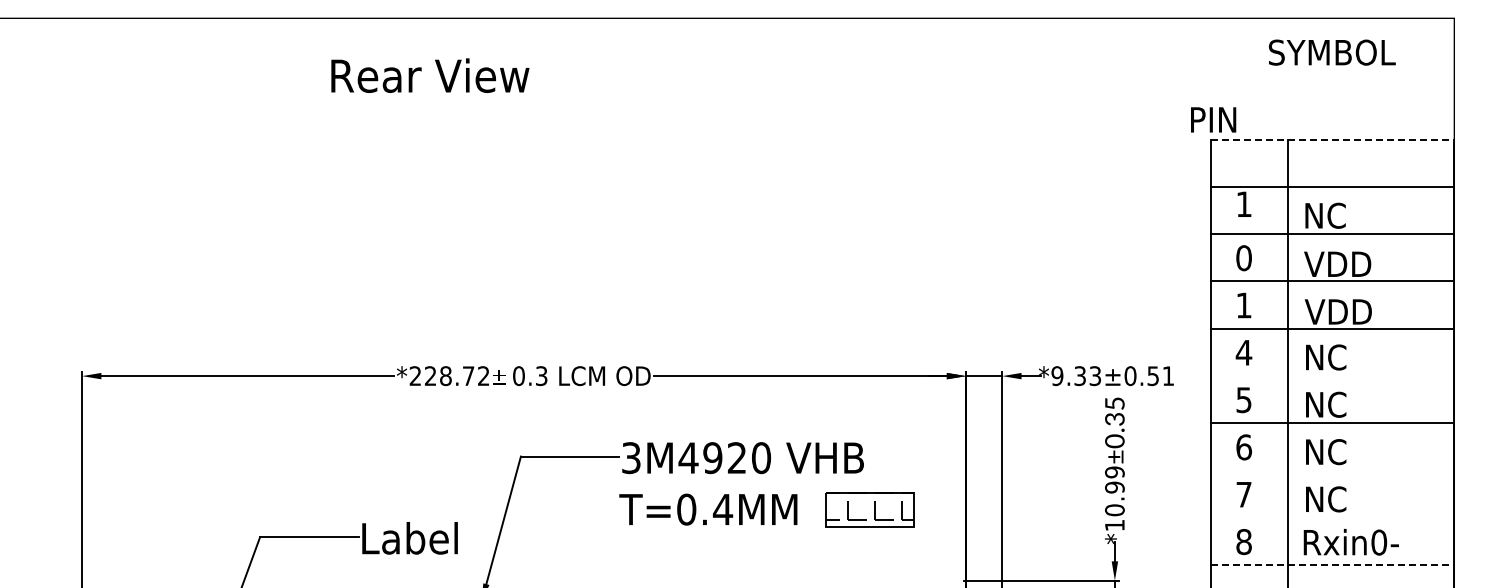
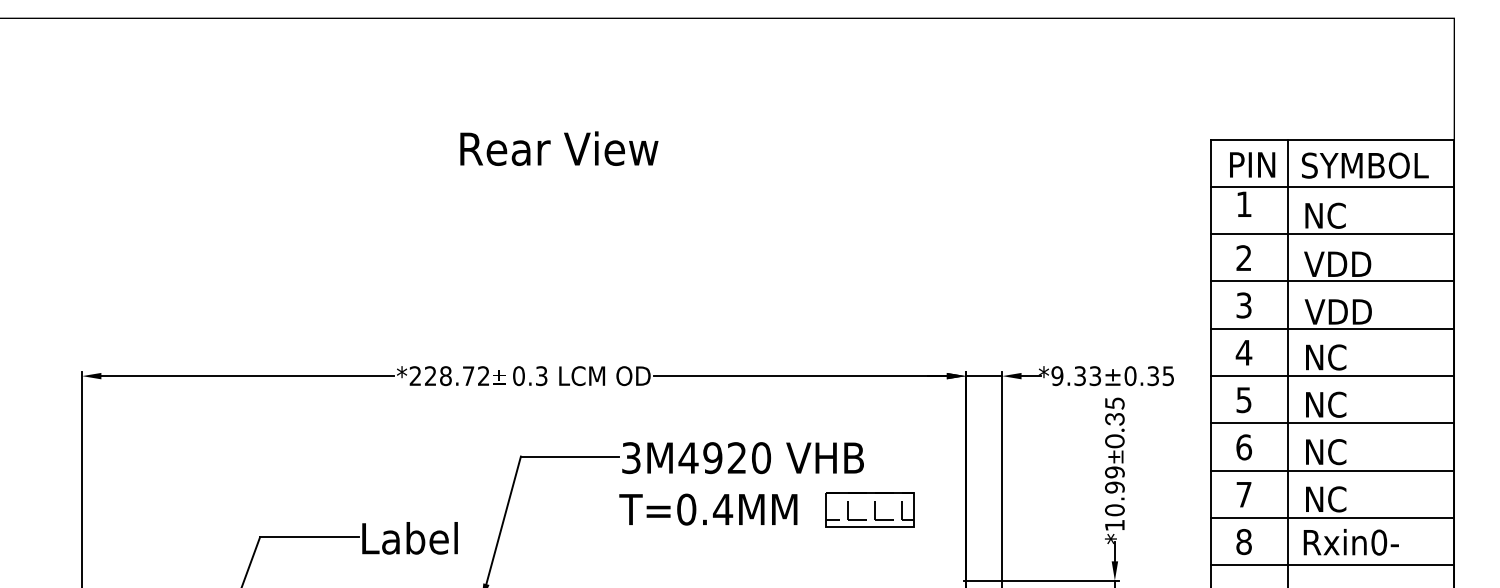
text at (1332, 52) position: (1332, 52) -> (1365, 165)
text at (430, 75) position: (430, 75) -> (559, 148)
text at (1213, 119) position: (1213, 119) -> (1252, 164)
line at (1332, 139): dashed -> solid
text at (1243, 258): 0 -> 2
text at (1243, 305): 1 -> 3
text at (1160, 376): *9.33±0.51 -> *9.33±0.35
line at (1332, 376): none -> present
line at (1332, 470): none -> present
line at (1332, 517): none -> present
line at (1332, 565): dashed -> solid
